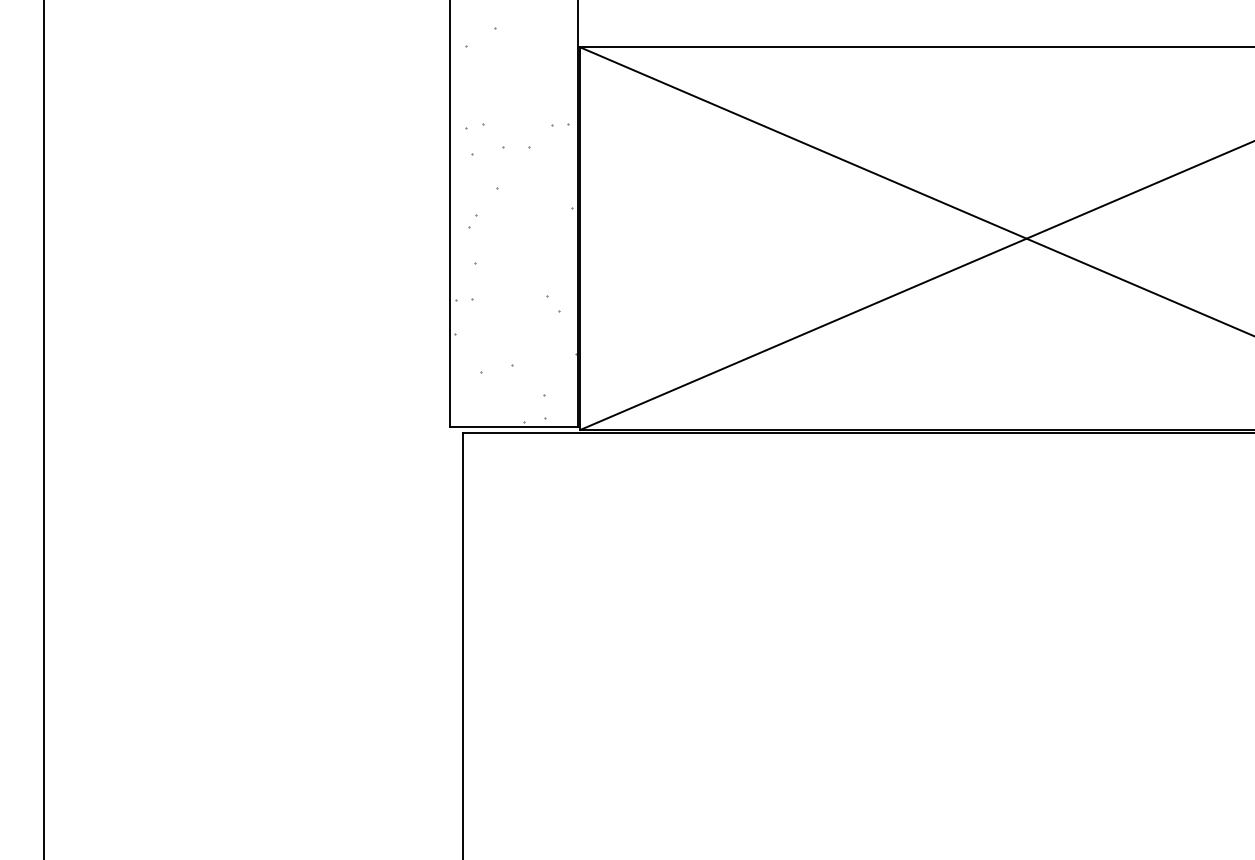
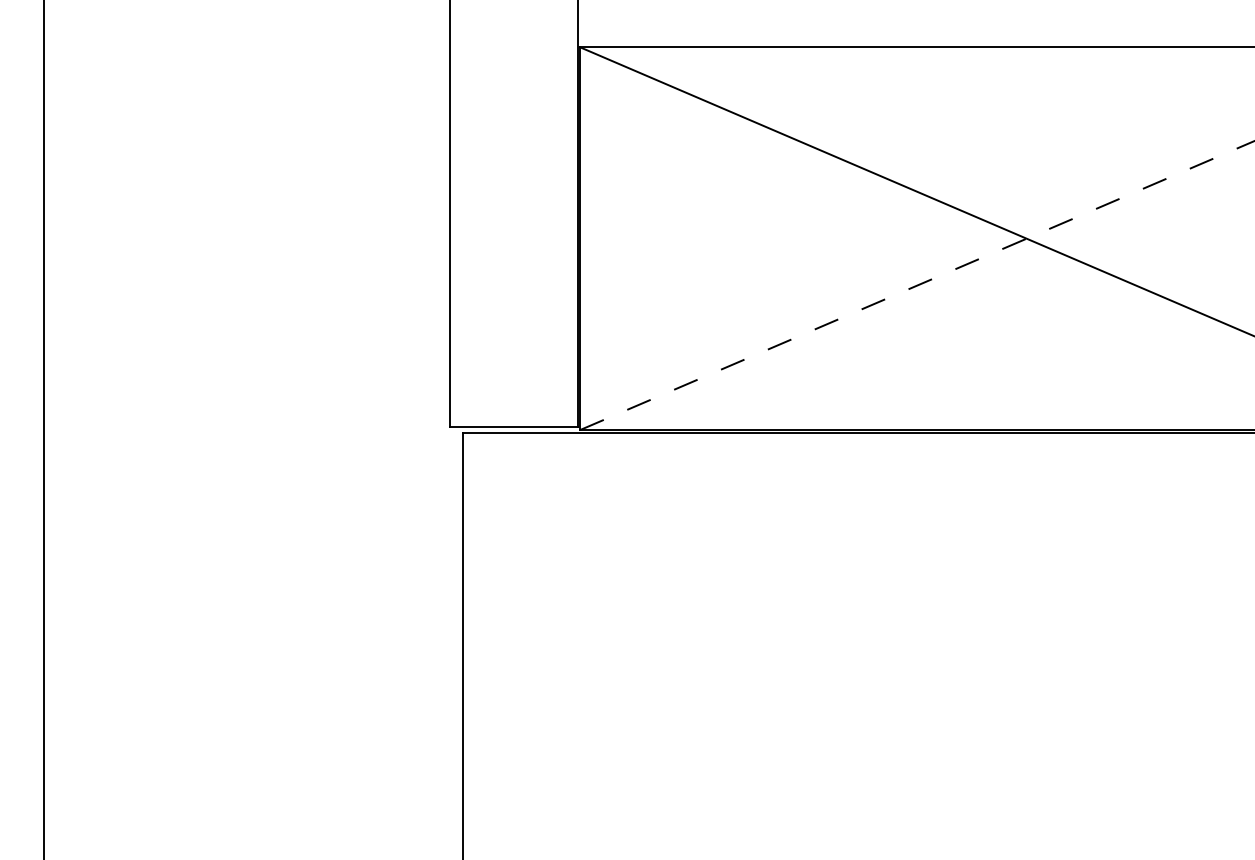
hatch at (515, 224): present -> none
line at (917, 285): solid -> dashed
